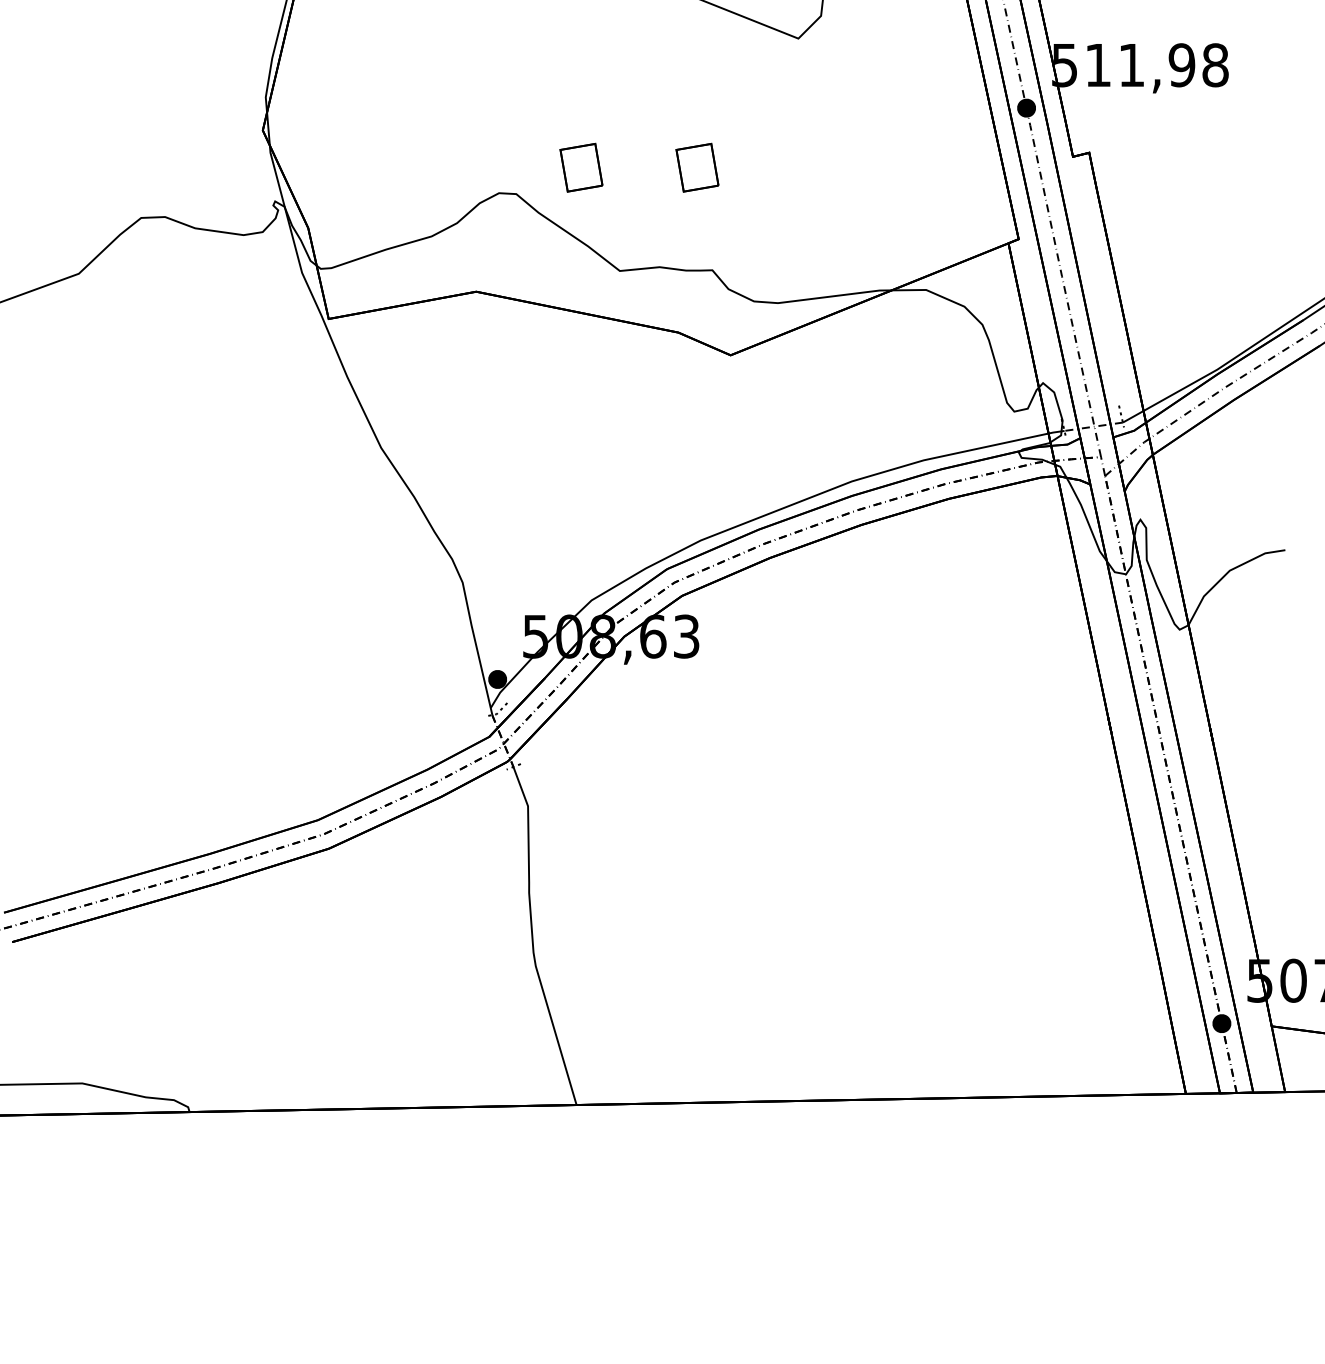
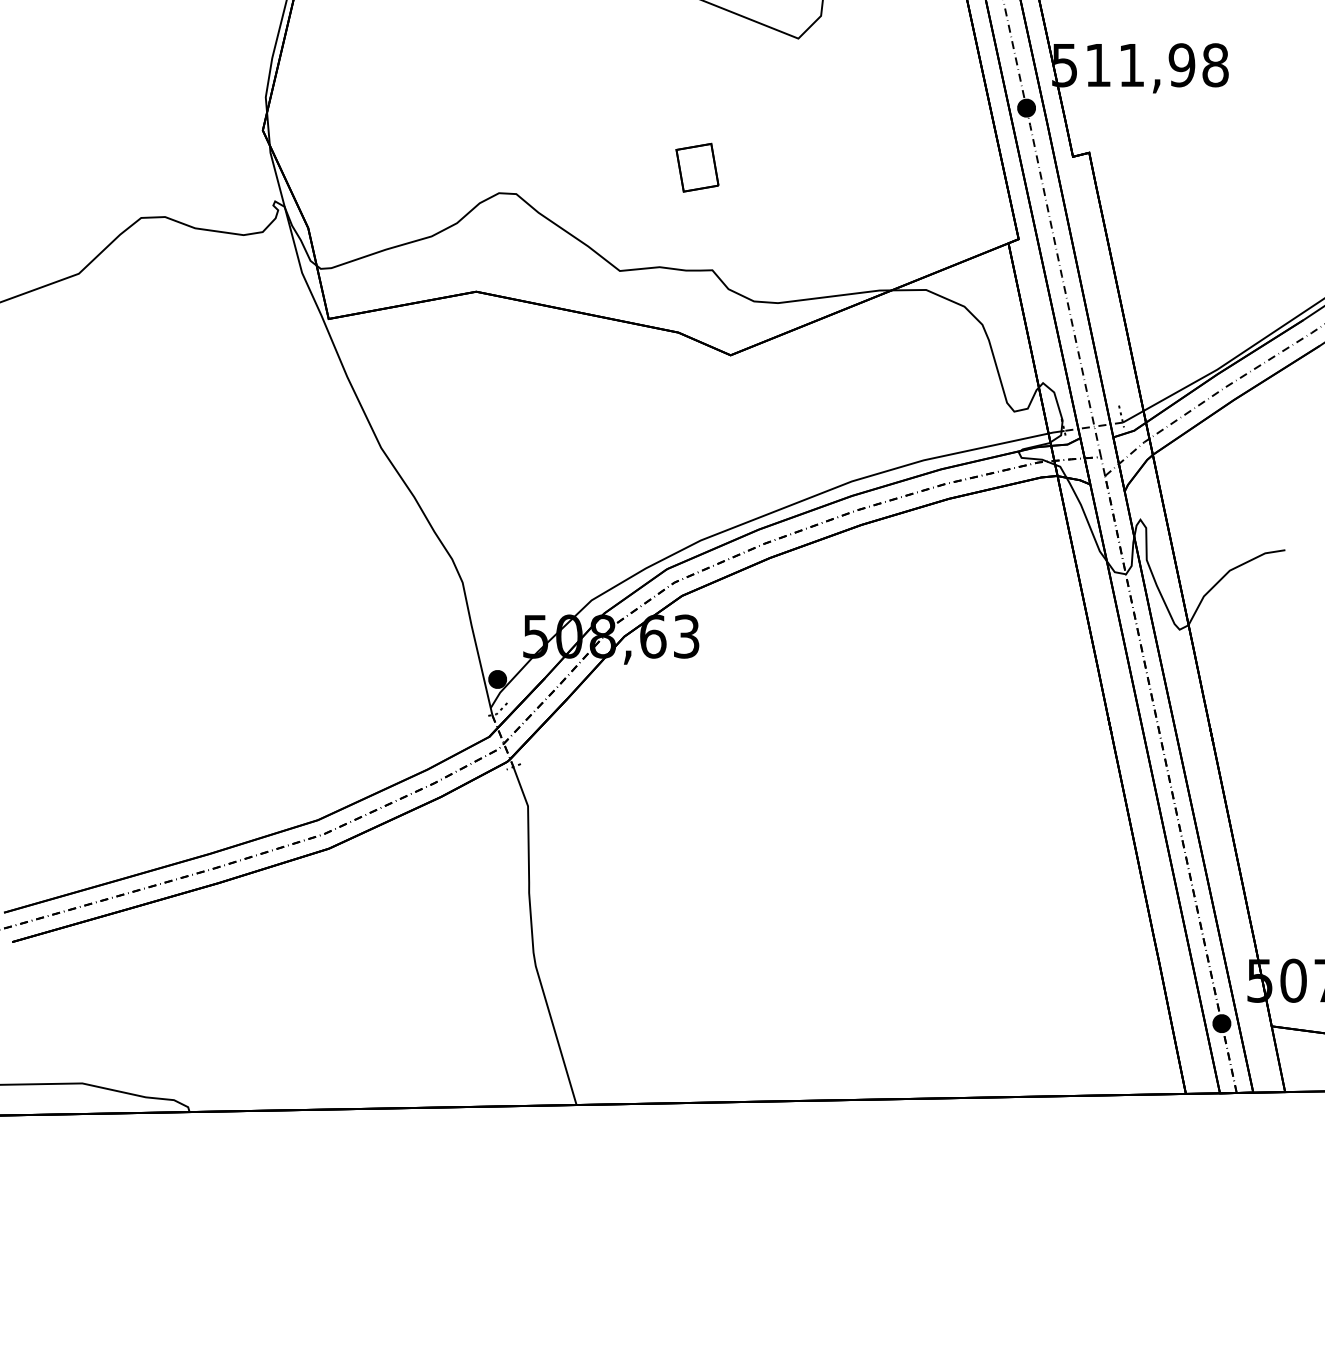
part at (581, 167): present -> none
